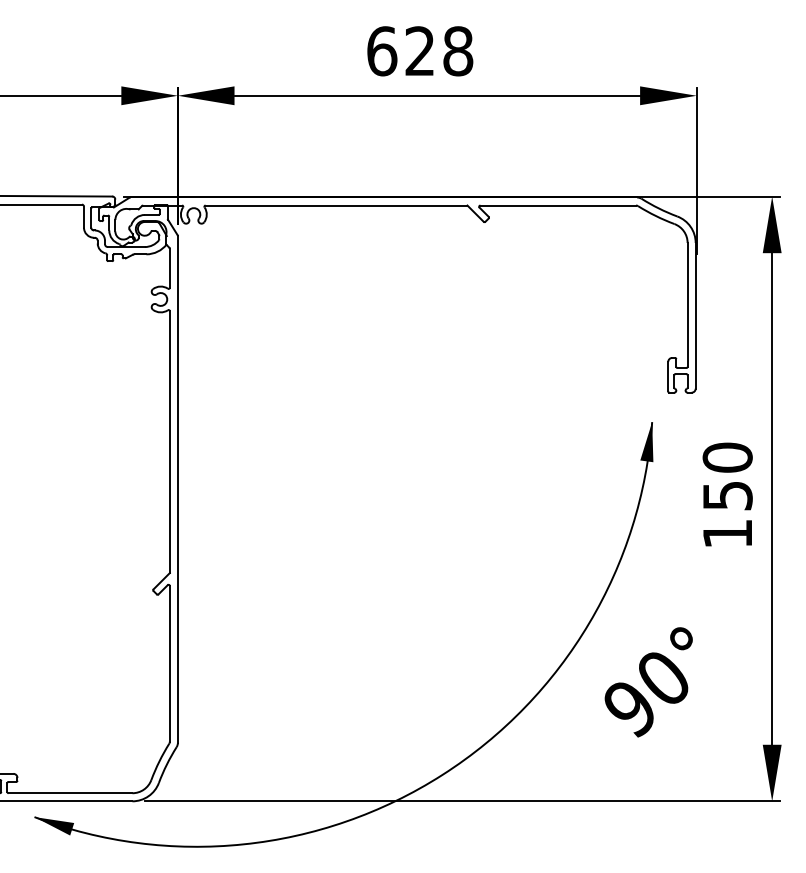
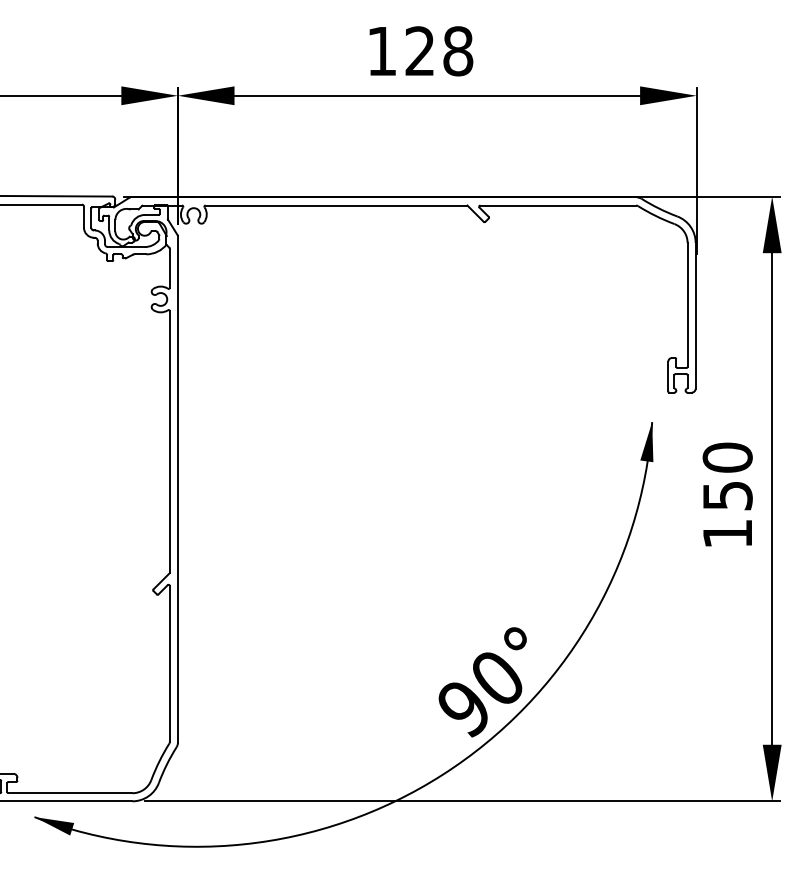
text at (382, 51): 628 -> 128
text at (648, 682) position: (648, 682) -> (482, 682)
